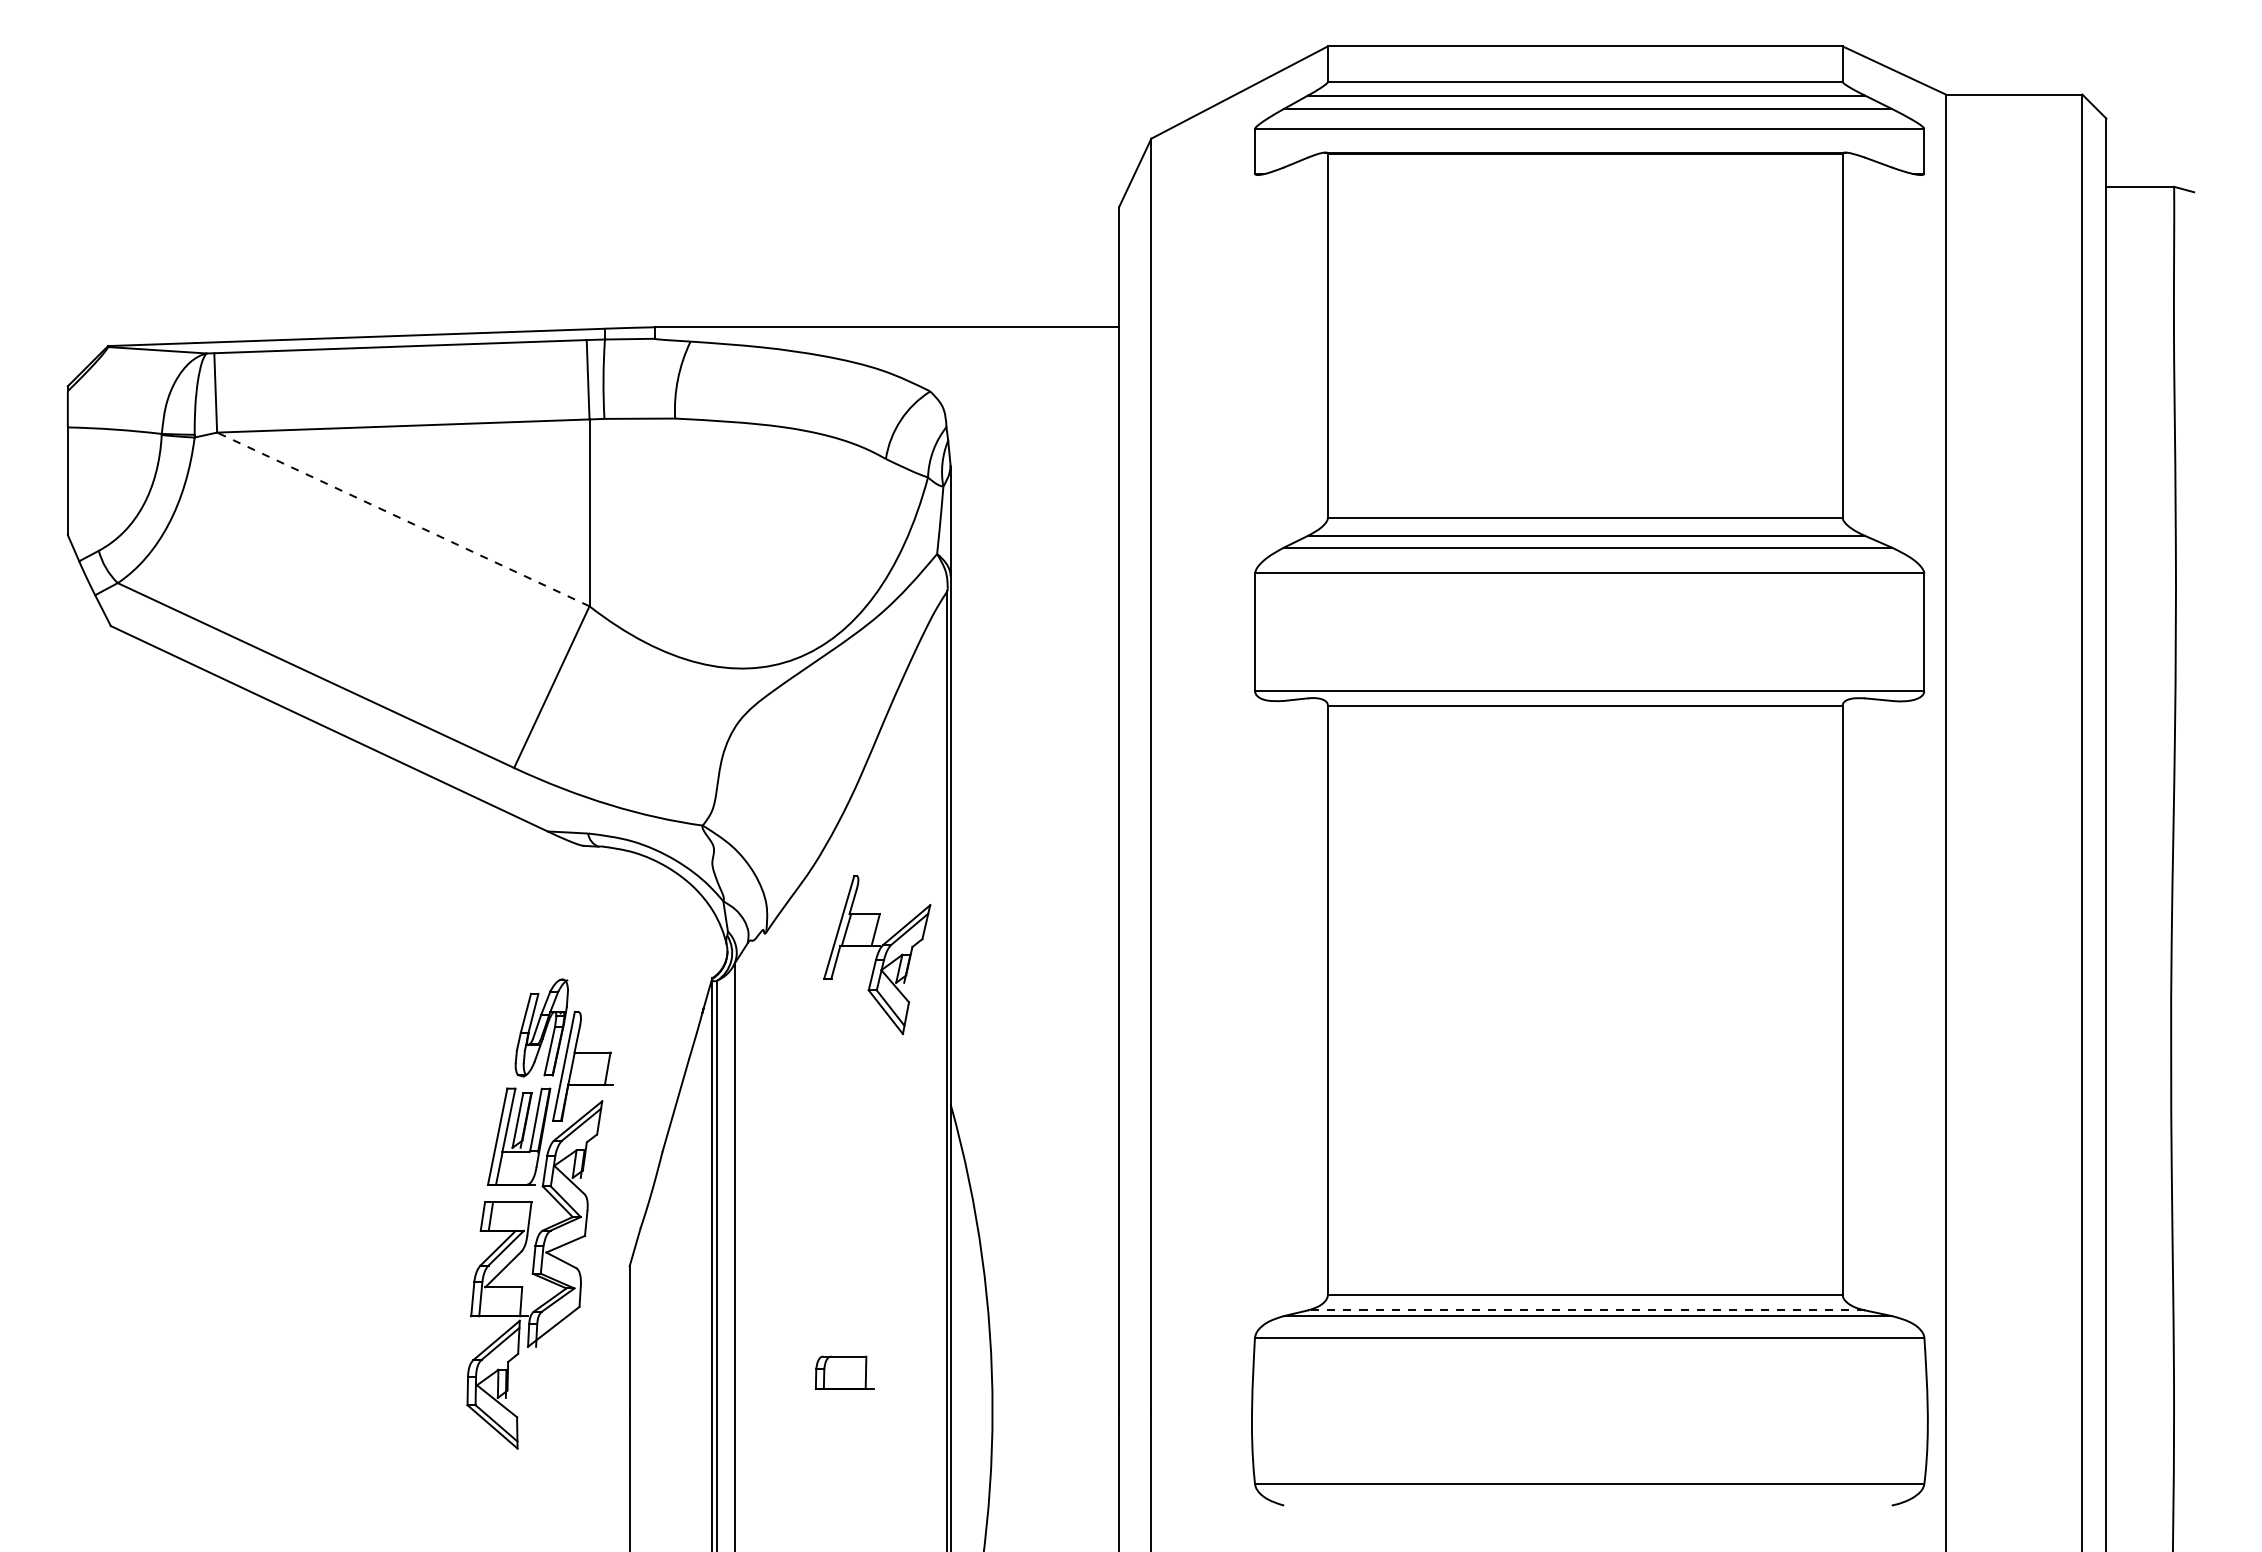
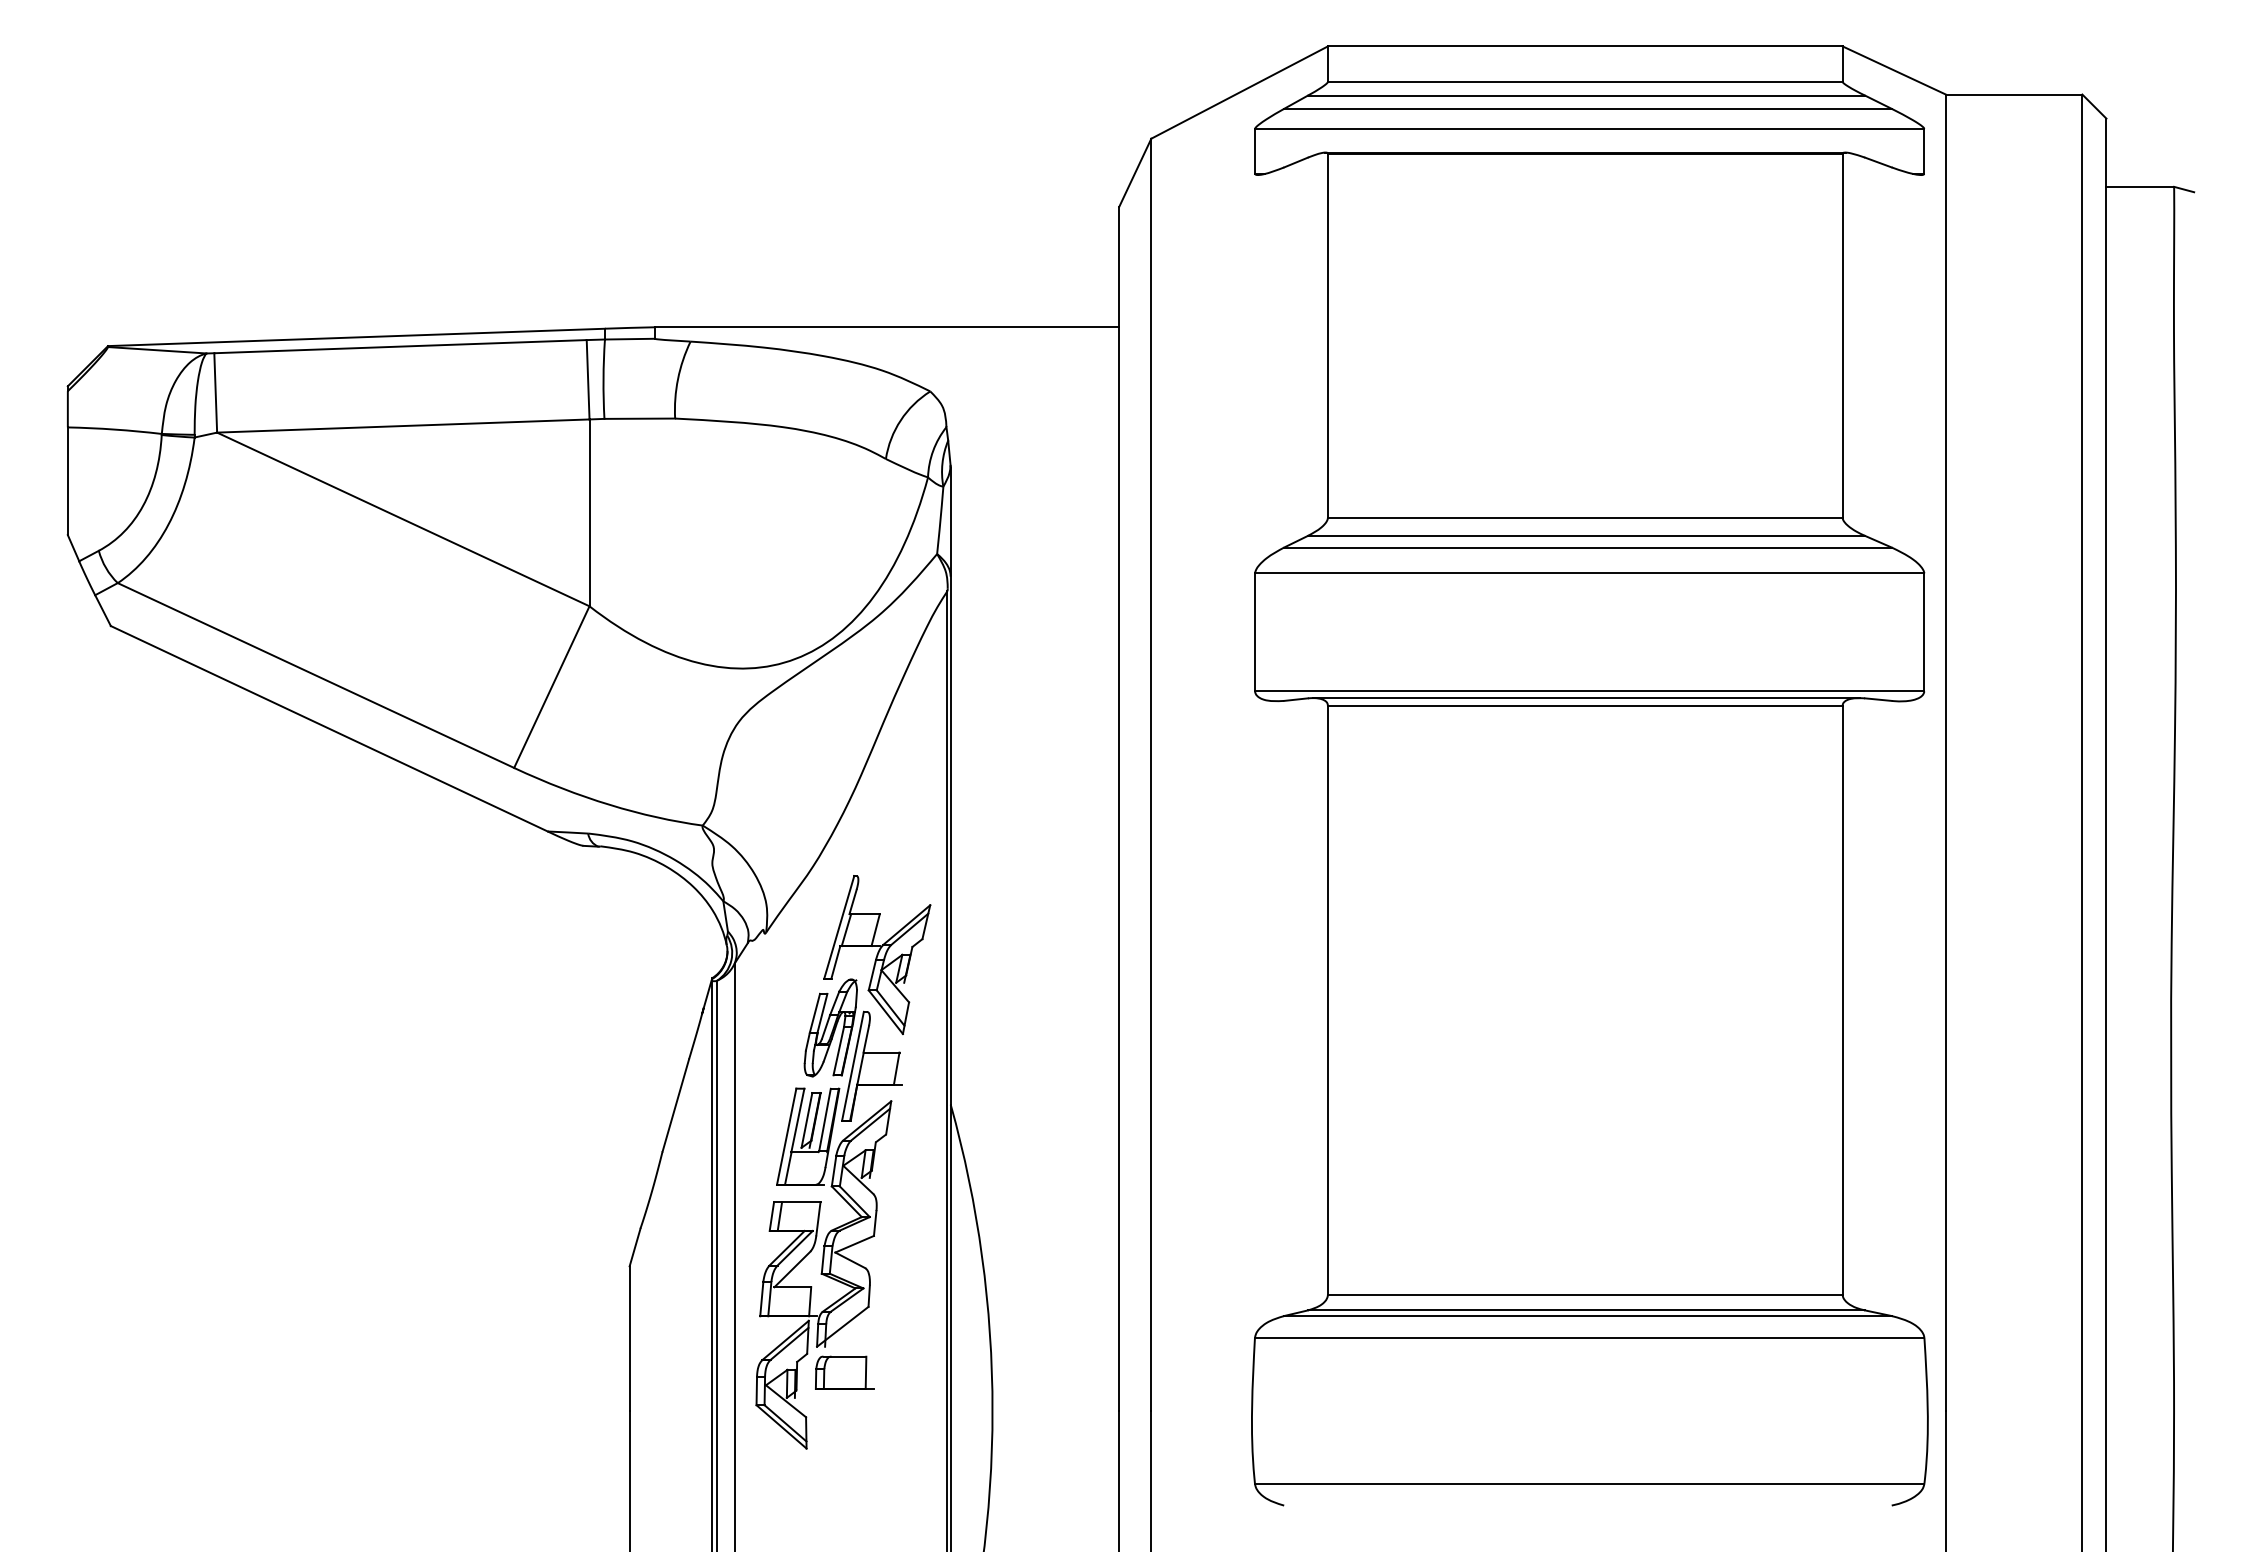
line at (402, 519): dashed -> solid
line at (1586, 698): none -> present
part at (531, 1212) position: (531, 1212) -> (820, 1212)
line at (1586, 1310): dashed -> solid
